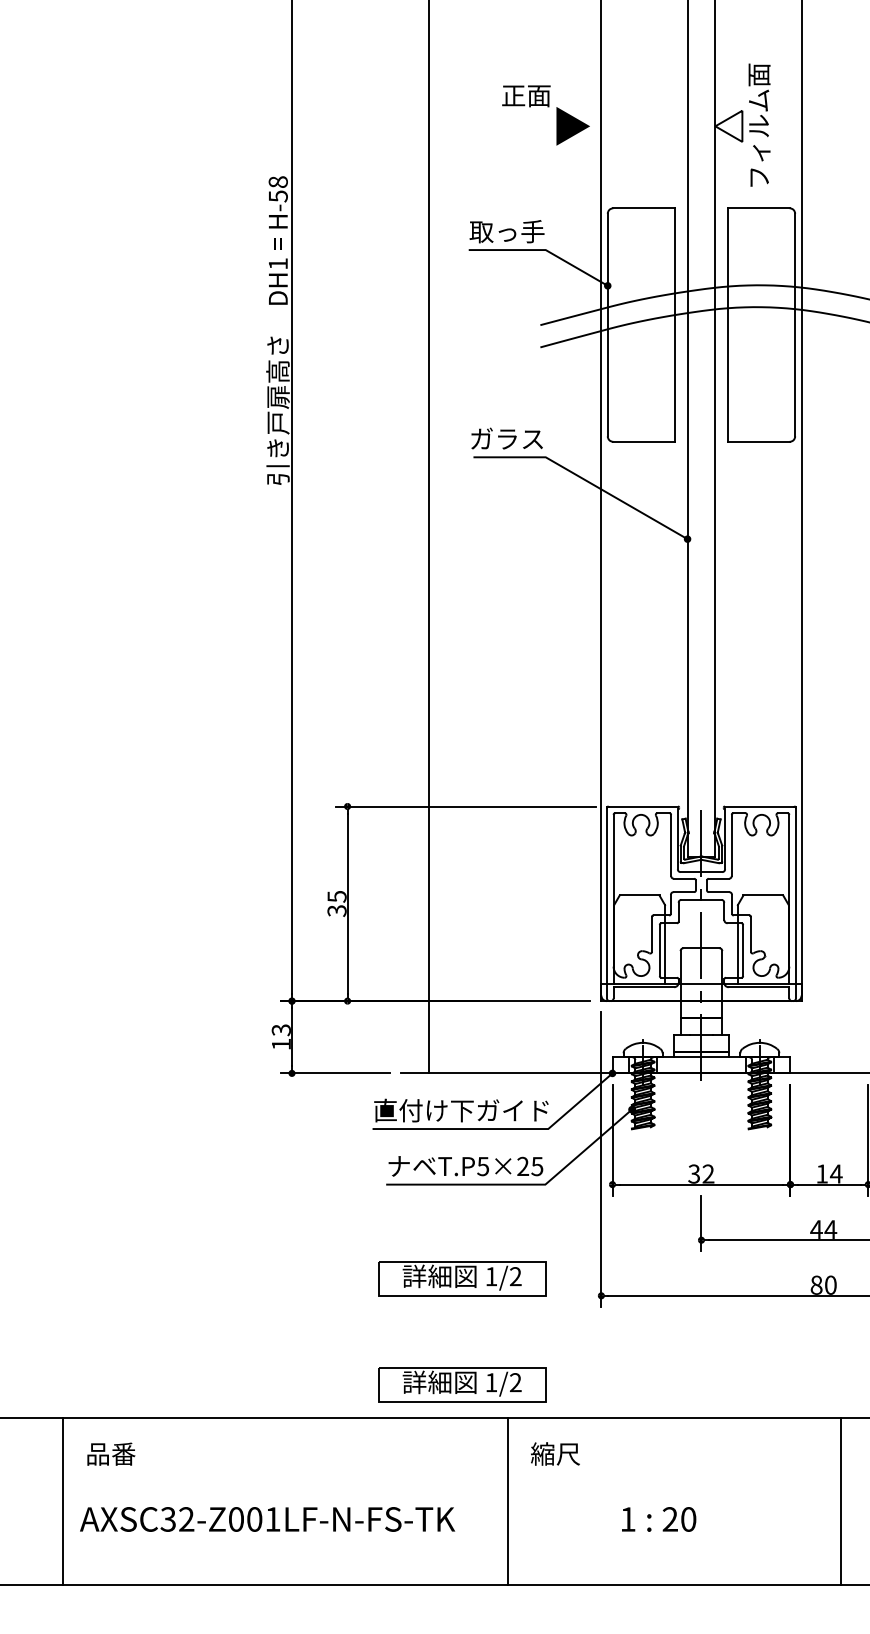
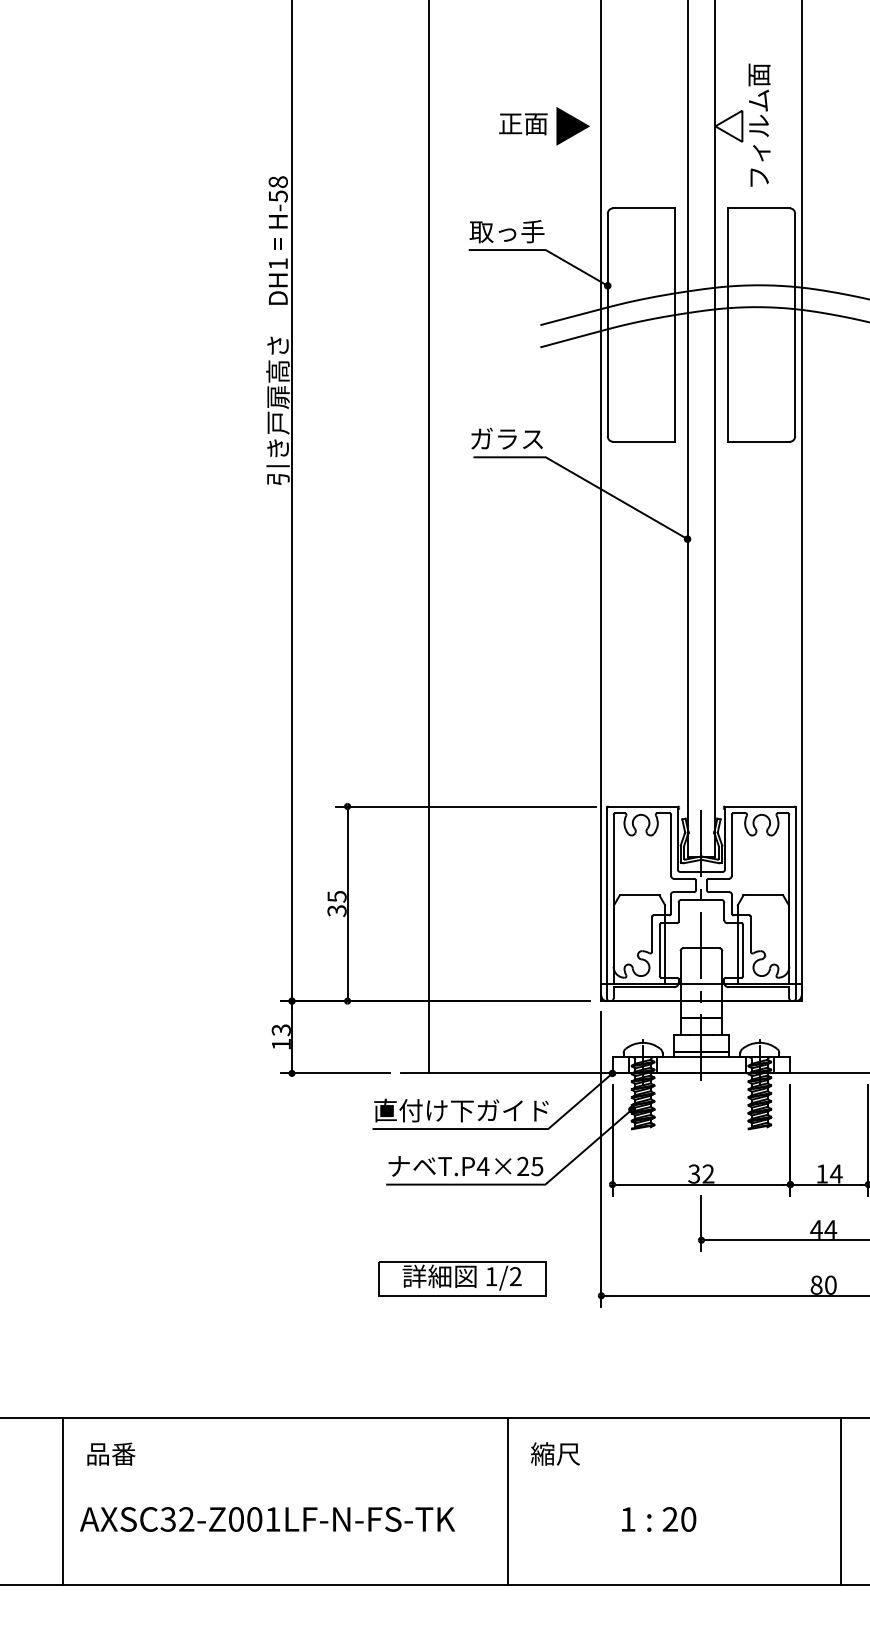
text at (526, 96) position: (526, 96) -> (523, 124)
text at (482, 1166): T.P5×25 -> T.P4×25
part at (462, 1384): present -> none
